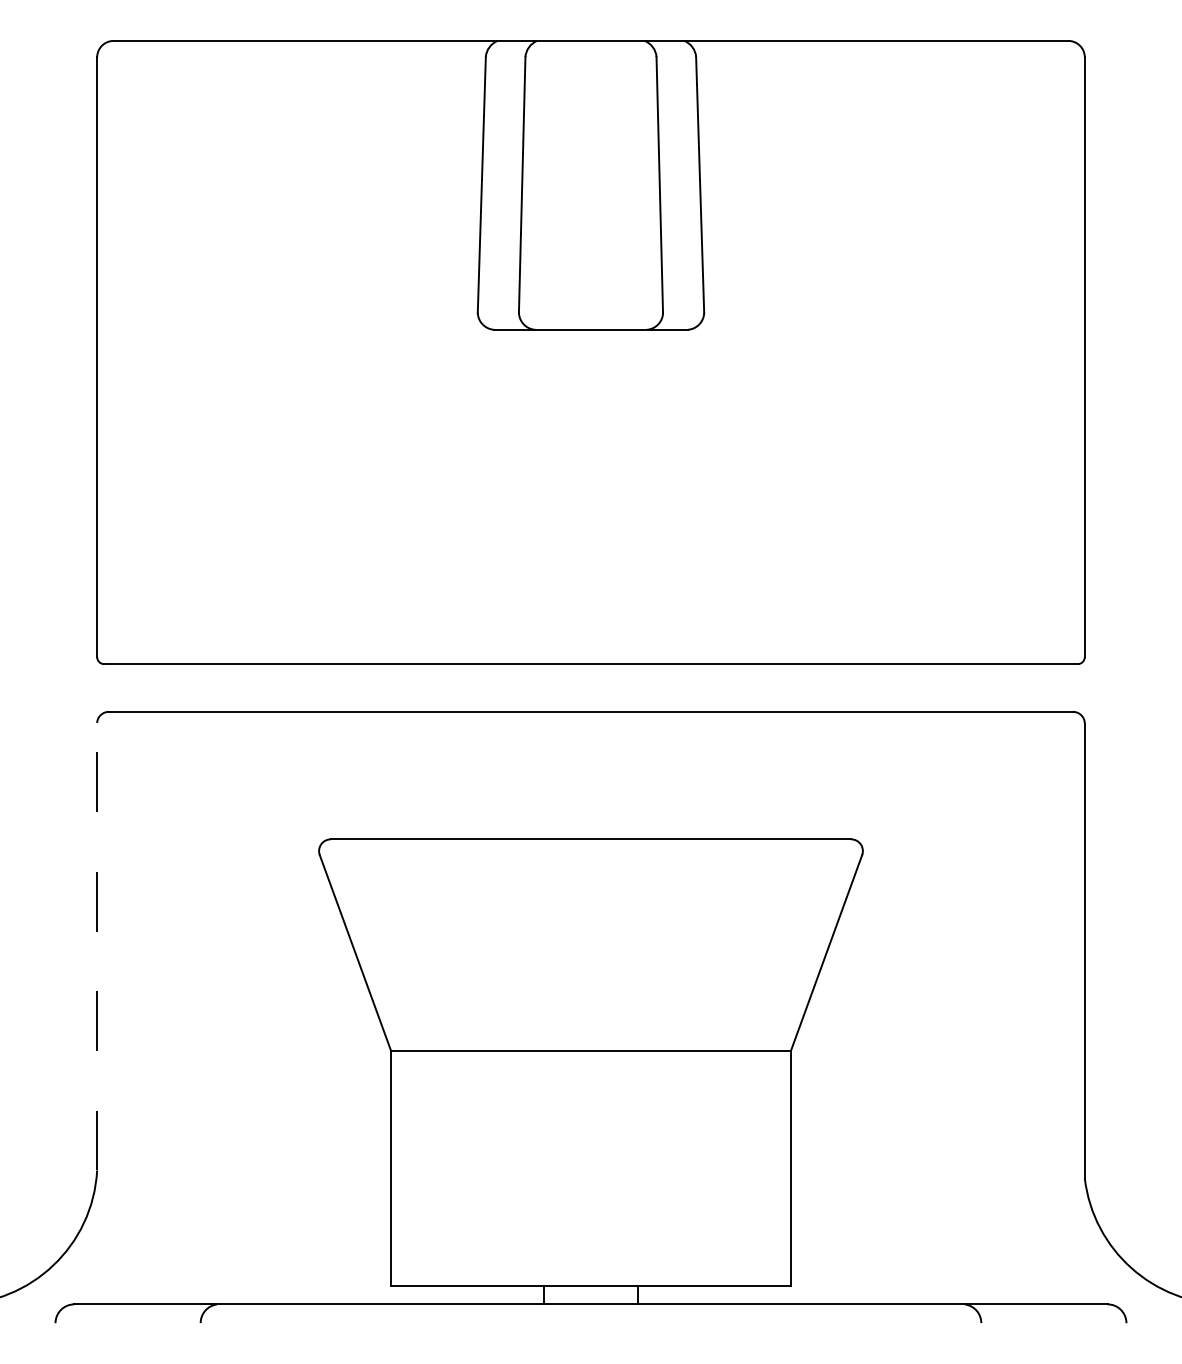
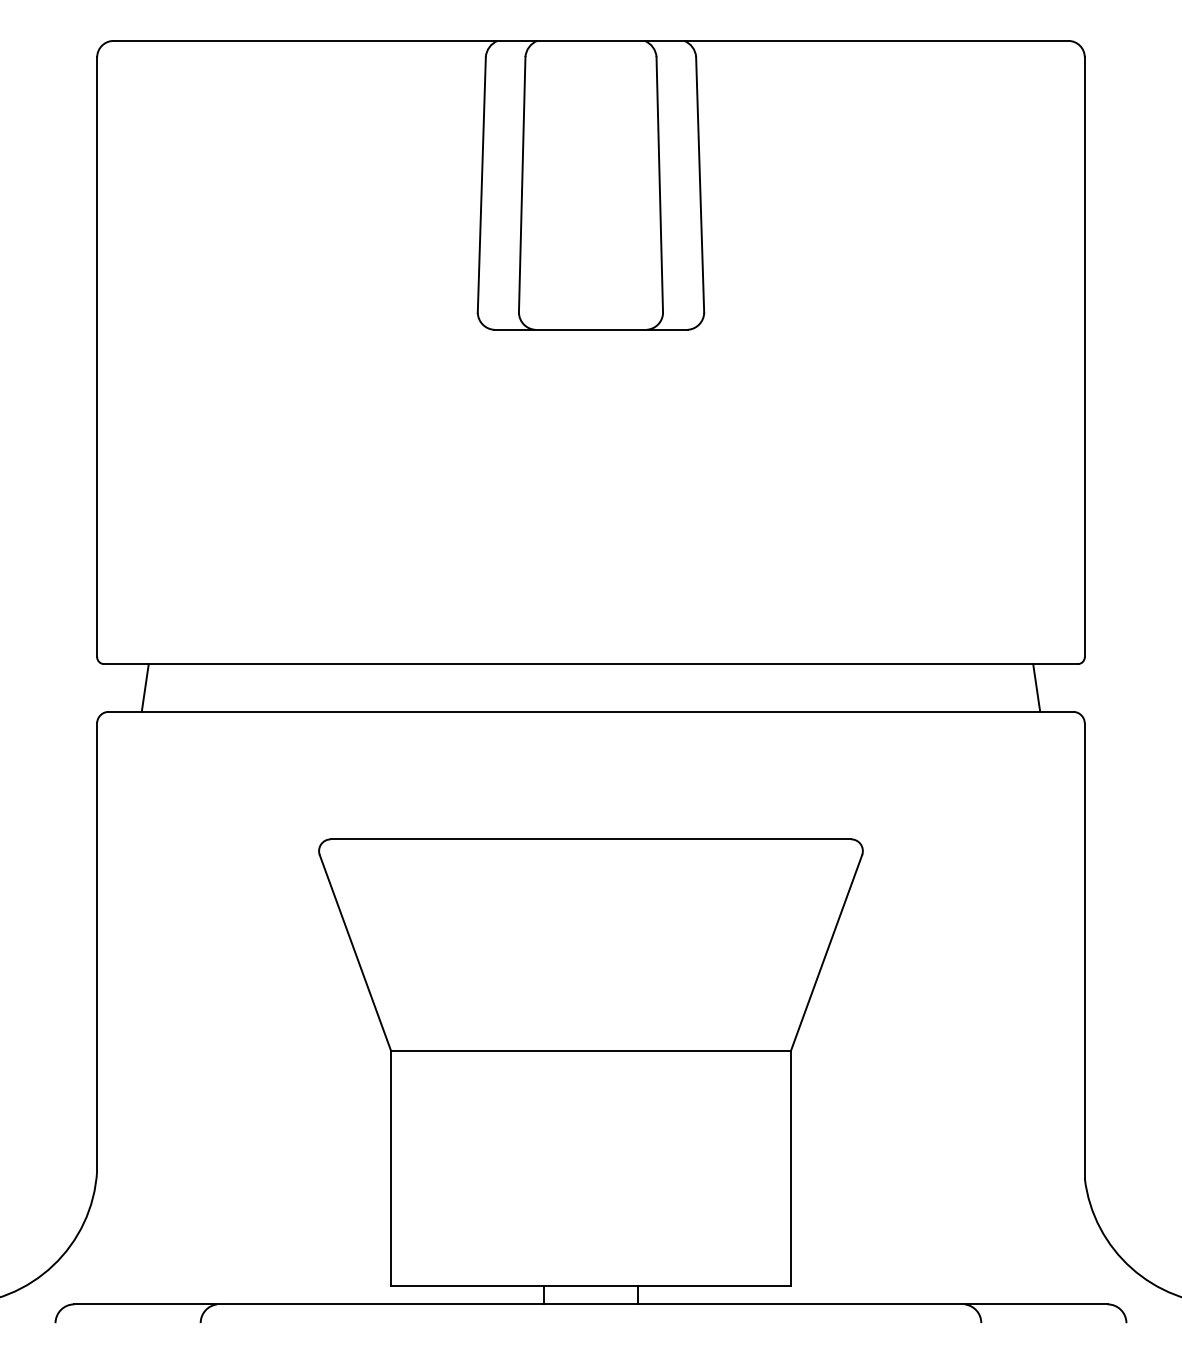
line at (144, 687): none -> present
line at (1036, 687): none -> present
line at (97, 946): dashed -> solid
